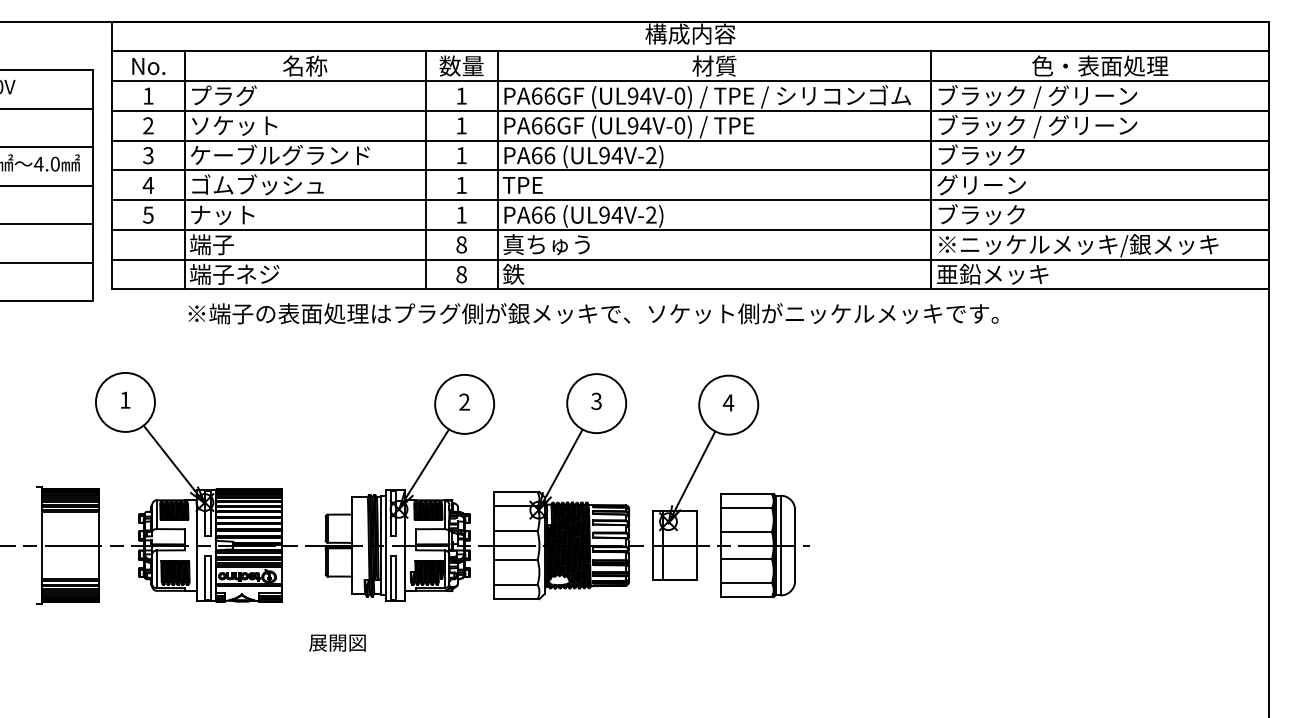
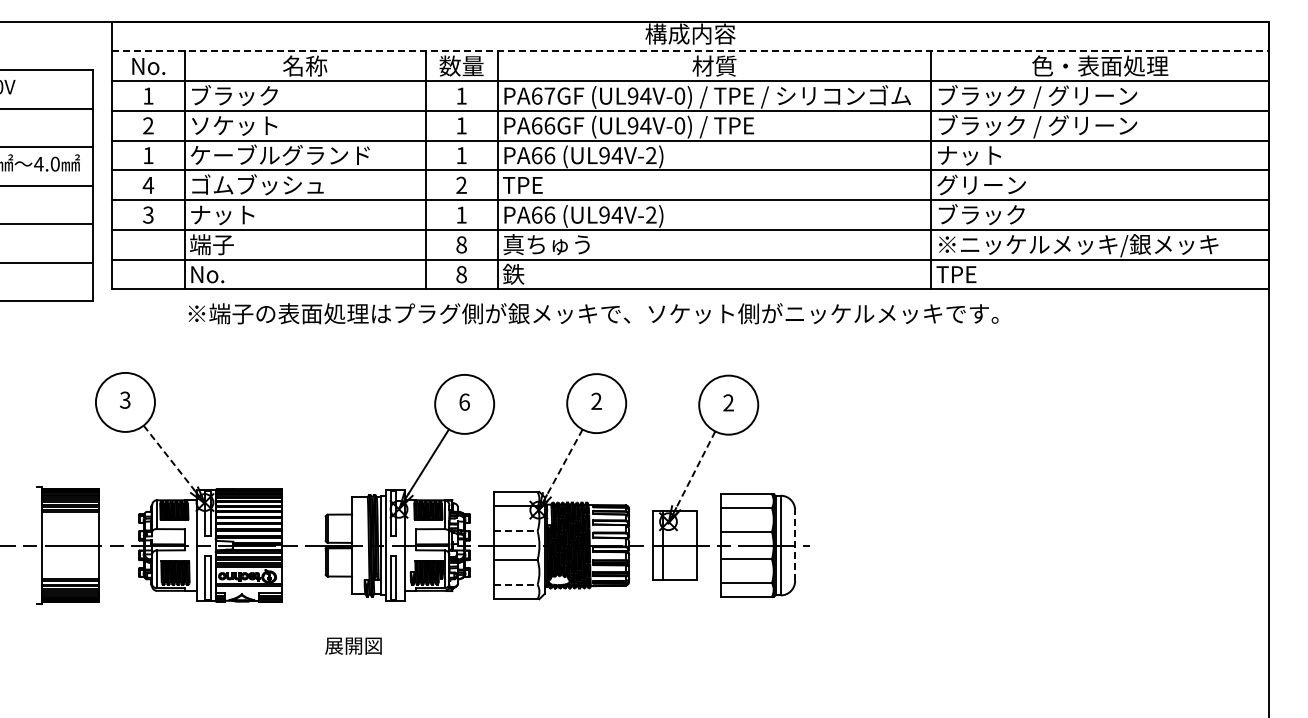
line at (691, 51): solid -> dashed
text at (241, 95): プラグ -> ブラック
text at (549, 95): PA66GF -> PA67GF
text at (981, 154): ブラック -> ナット
text at (148, 155): 3 -> 1
text at (461, 184): 1 -> 2
text at (148, 214): 5 -> 3
text at (234, 273): 端子ネジ -> No.
text at (992, 273): 亜鉛メッキ -> TPE
text at (125, 399): 1 -> 3
text at (464, 401): 2 -> 6
text at (596, 401): 3 -> 2
text at (728, 402): 4 -> 2
line at (169, 458): solid -> dashed
line at (564, 462): solid -> dashed
line at (695, 470): solid -> dashed
line at (515, 531): solid -> dashed
line at (795, 545): solid -> dashed
line at (515, 584): solid -> dashed
text at (337, 642) position: (337, 642) -> (353, 645)
